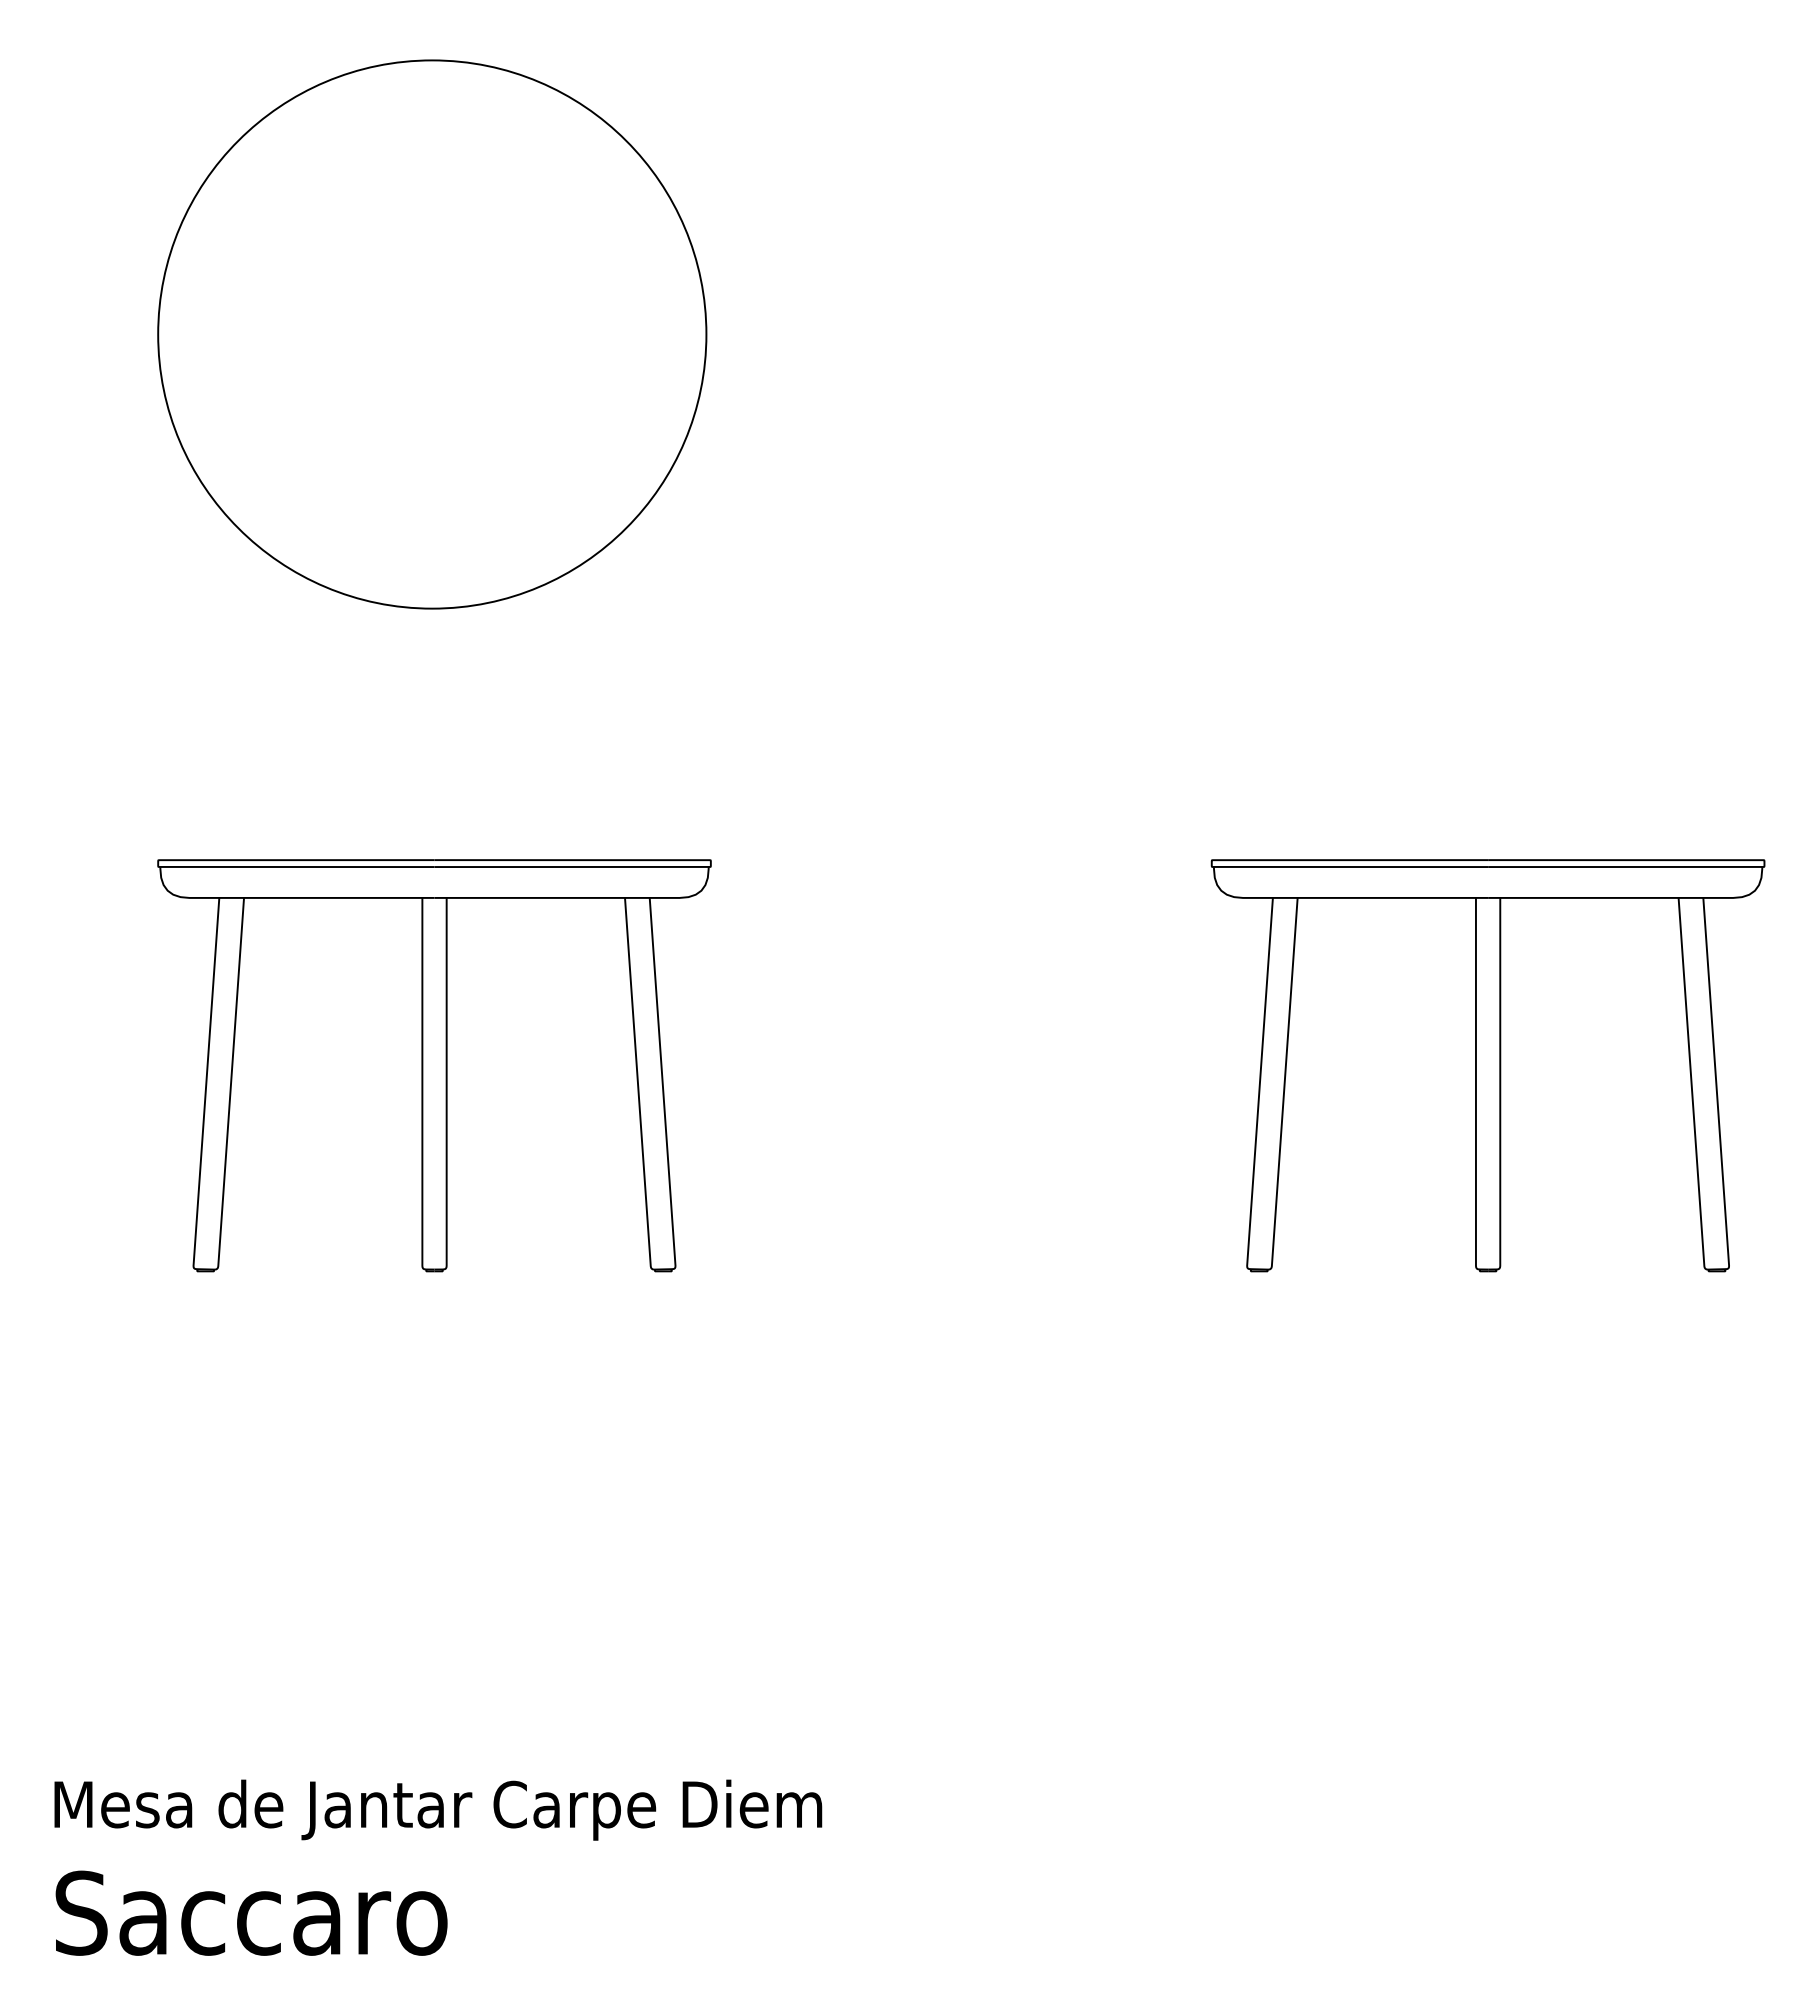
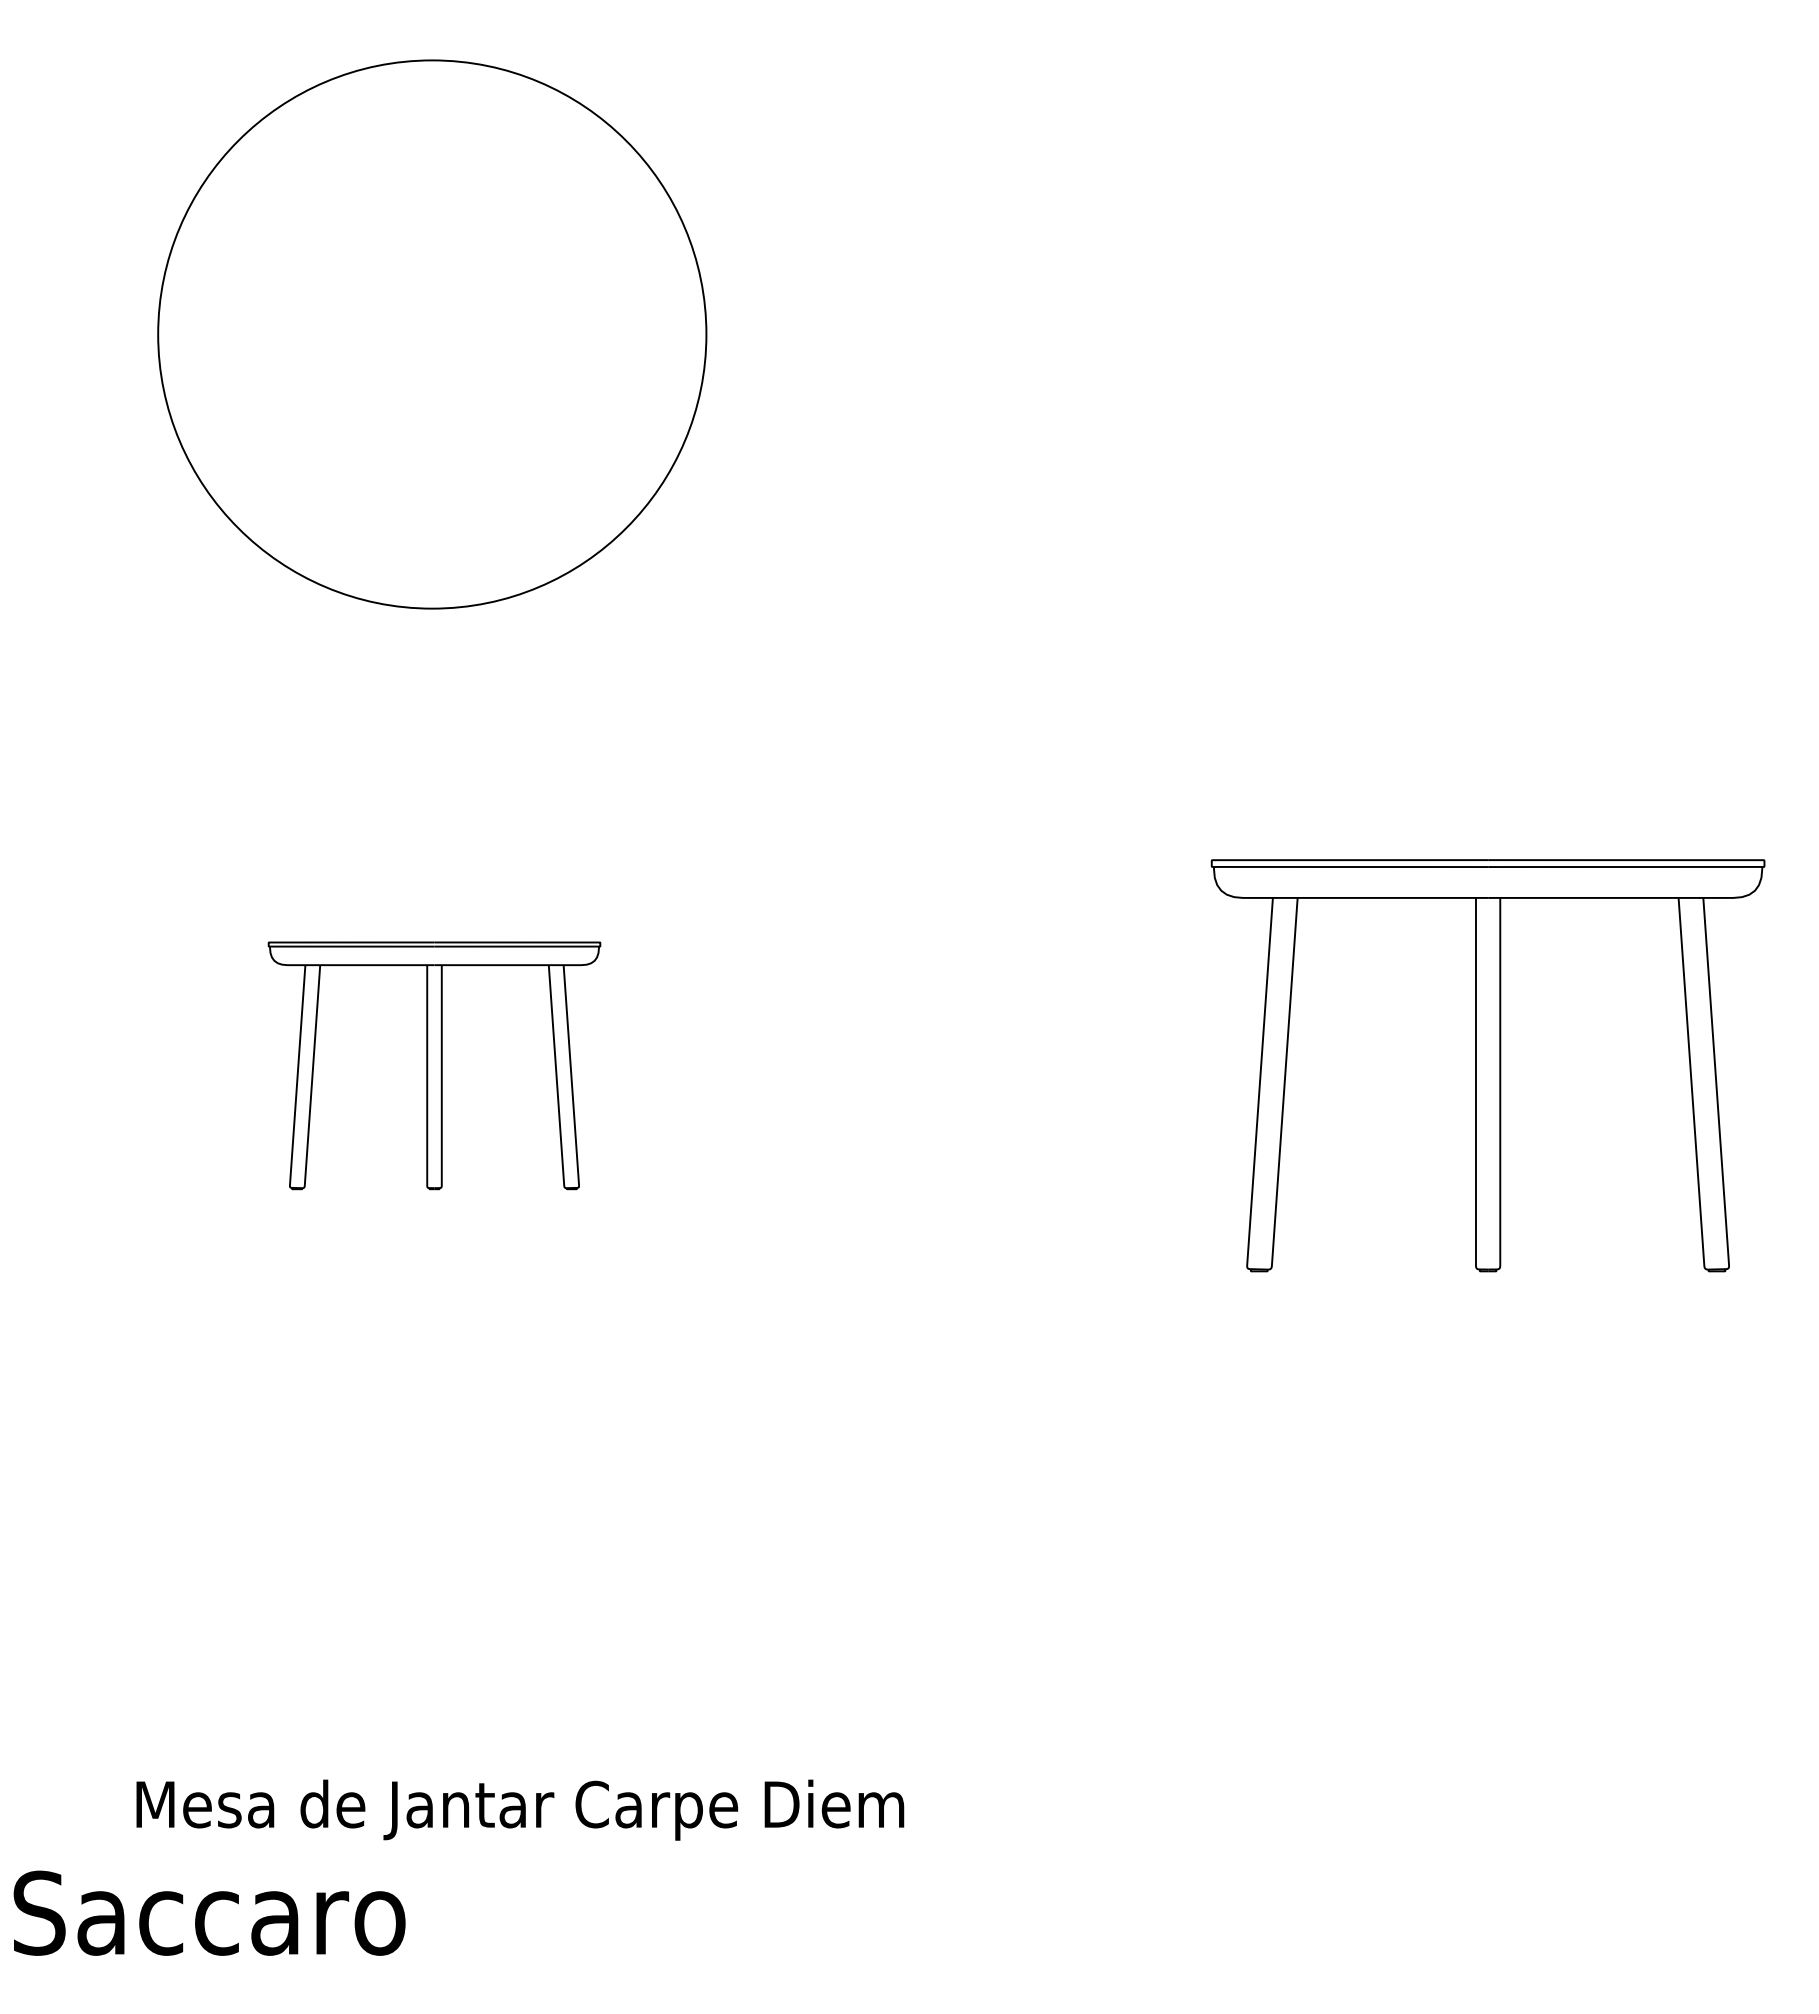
part at (434, 1065) size: 555x414 px -> 335x250 px
text at (438, 1809) position: (438, 1809) -> (520, 1809)
text at (251, 1912) position: (251, 1912) -> (209, 1912)
